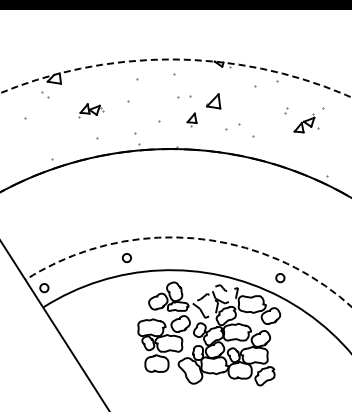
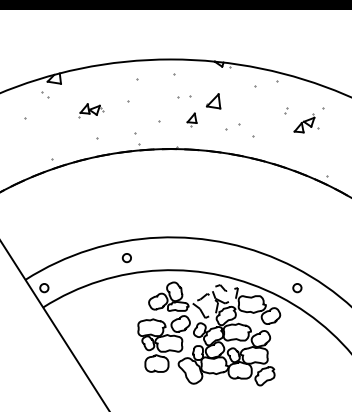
circle at (175, 78): dashed -> solid
arc at (193, 238): dashed -> solid
circle at (280, 278) position: (280, 278) -> (297, 288)
